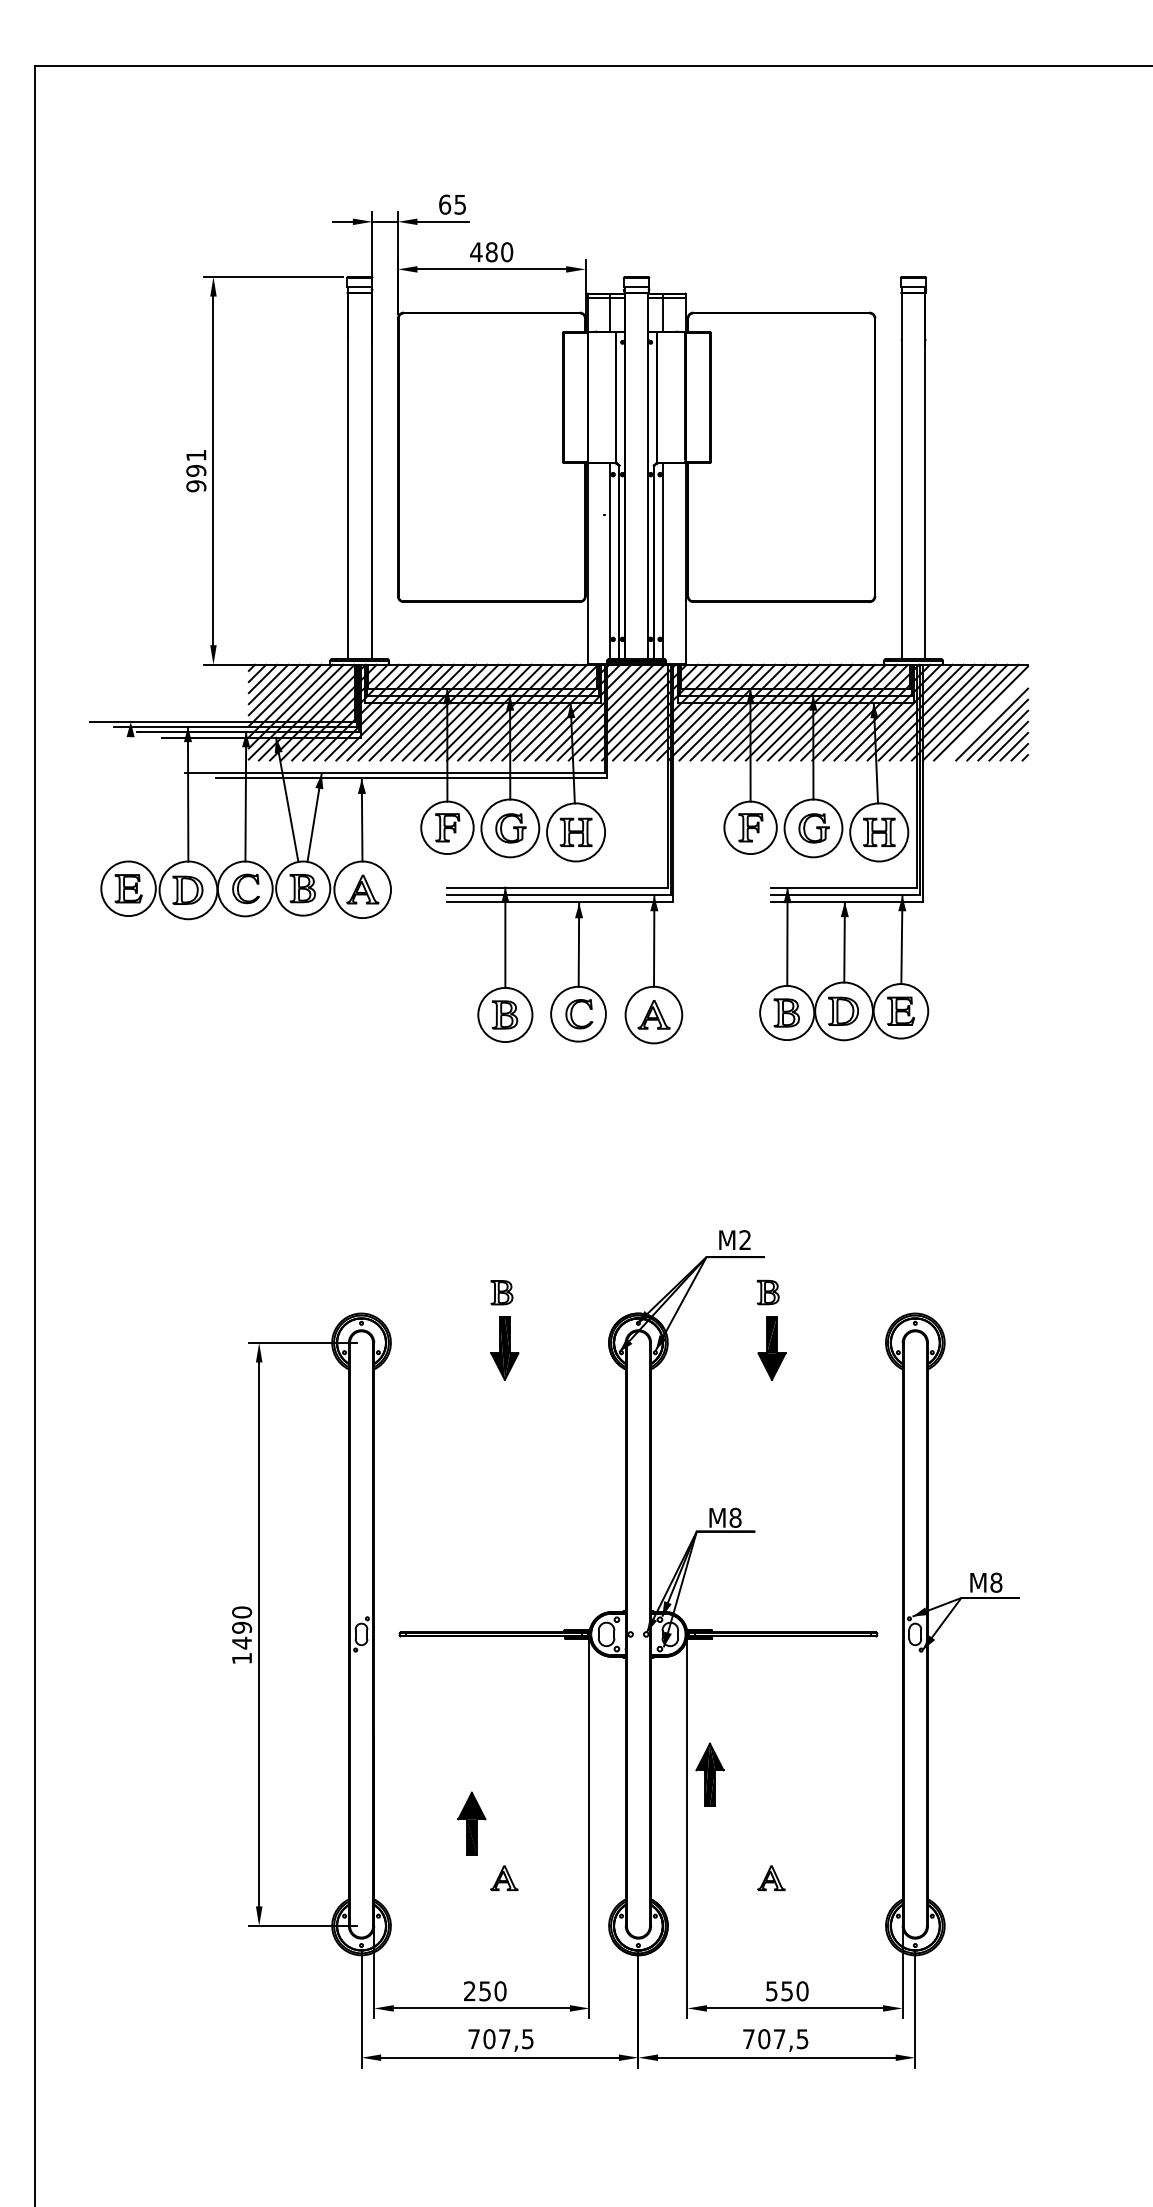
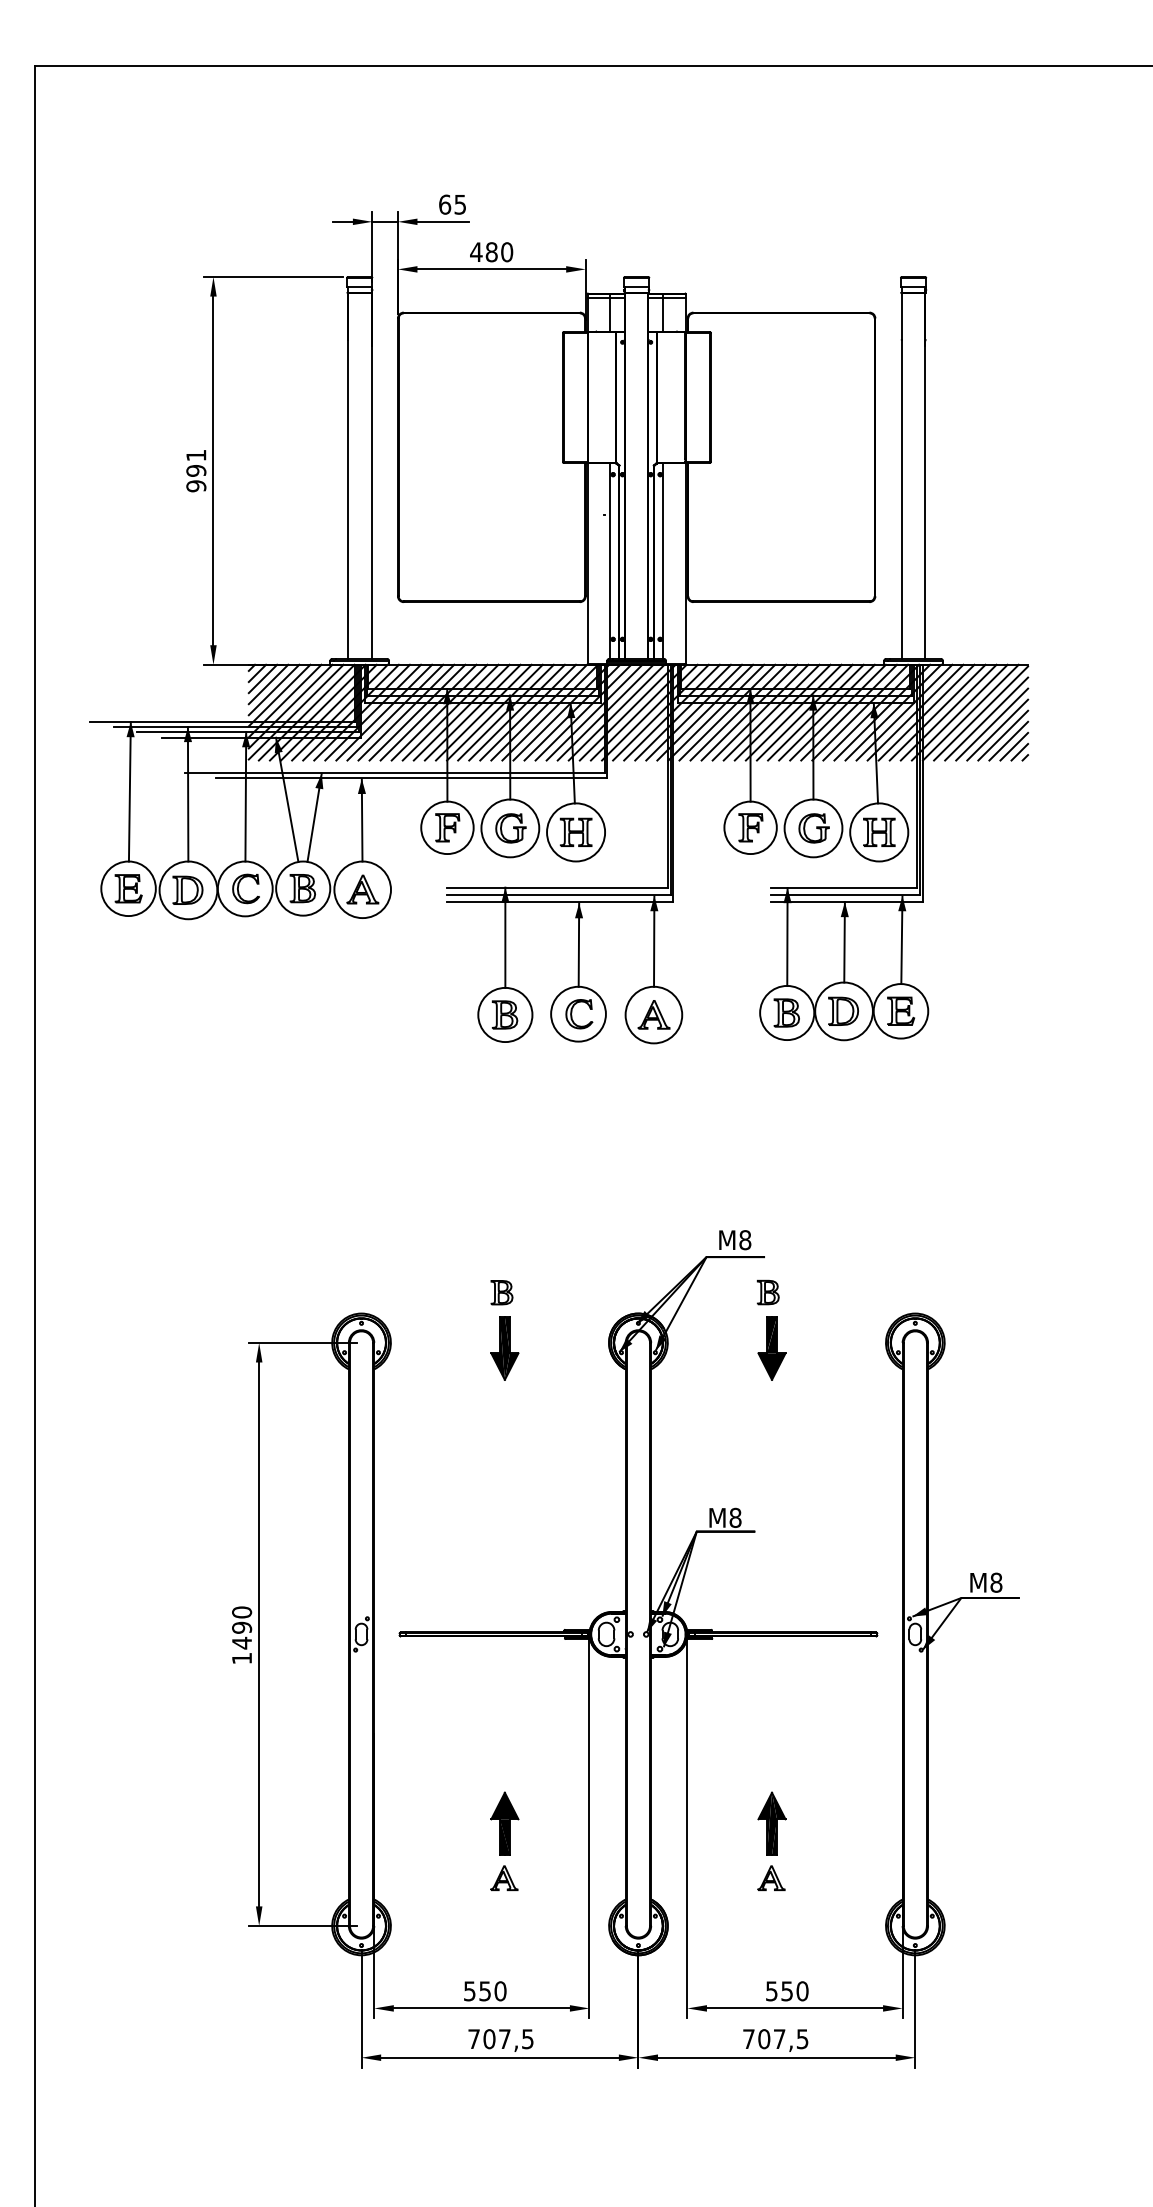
line at (986, 718): none -> present
line at (129, 791): none -> present
text at (745, 1240): M2 -> M8
part at (709, 1774) position: (709, 1774) -> (771, 1823)
part at (471, 1823) position: (471, 1823) -> (504, 1823)
text at (469, 1991): 250 -> 550
